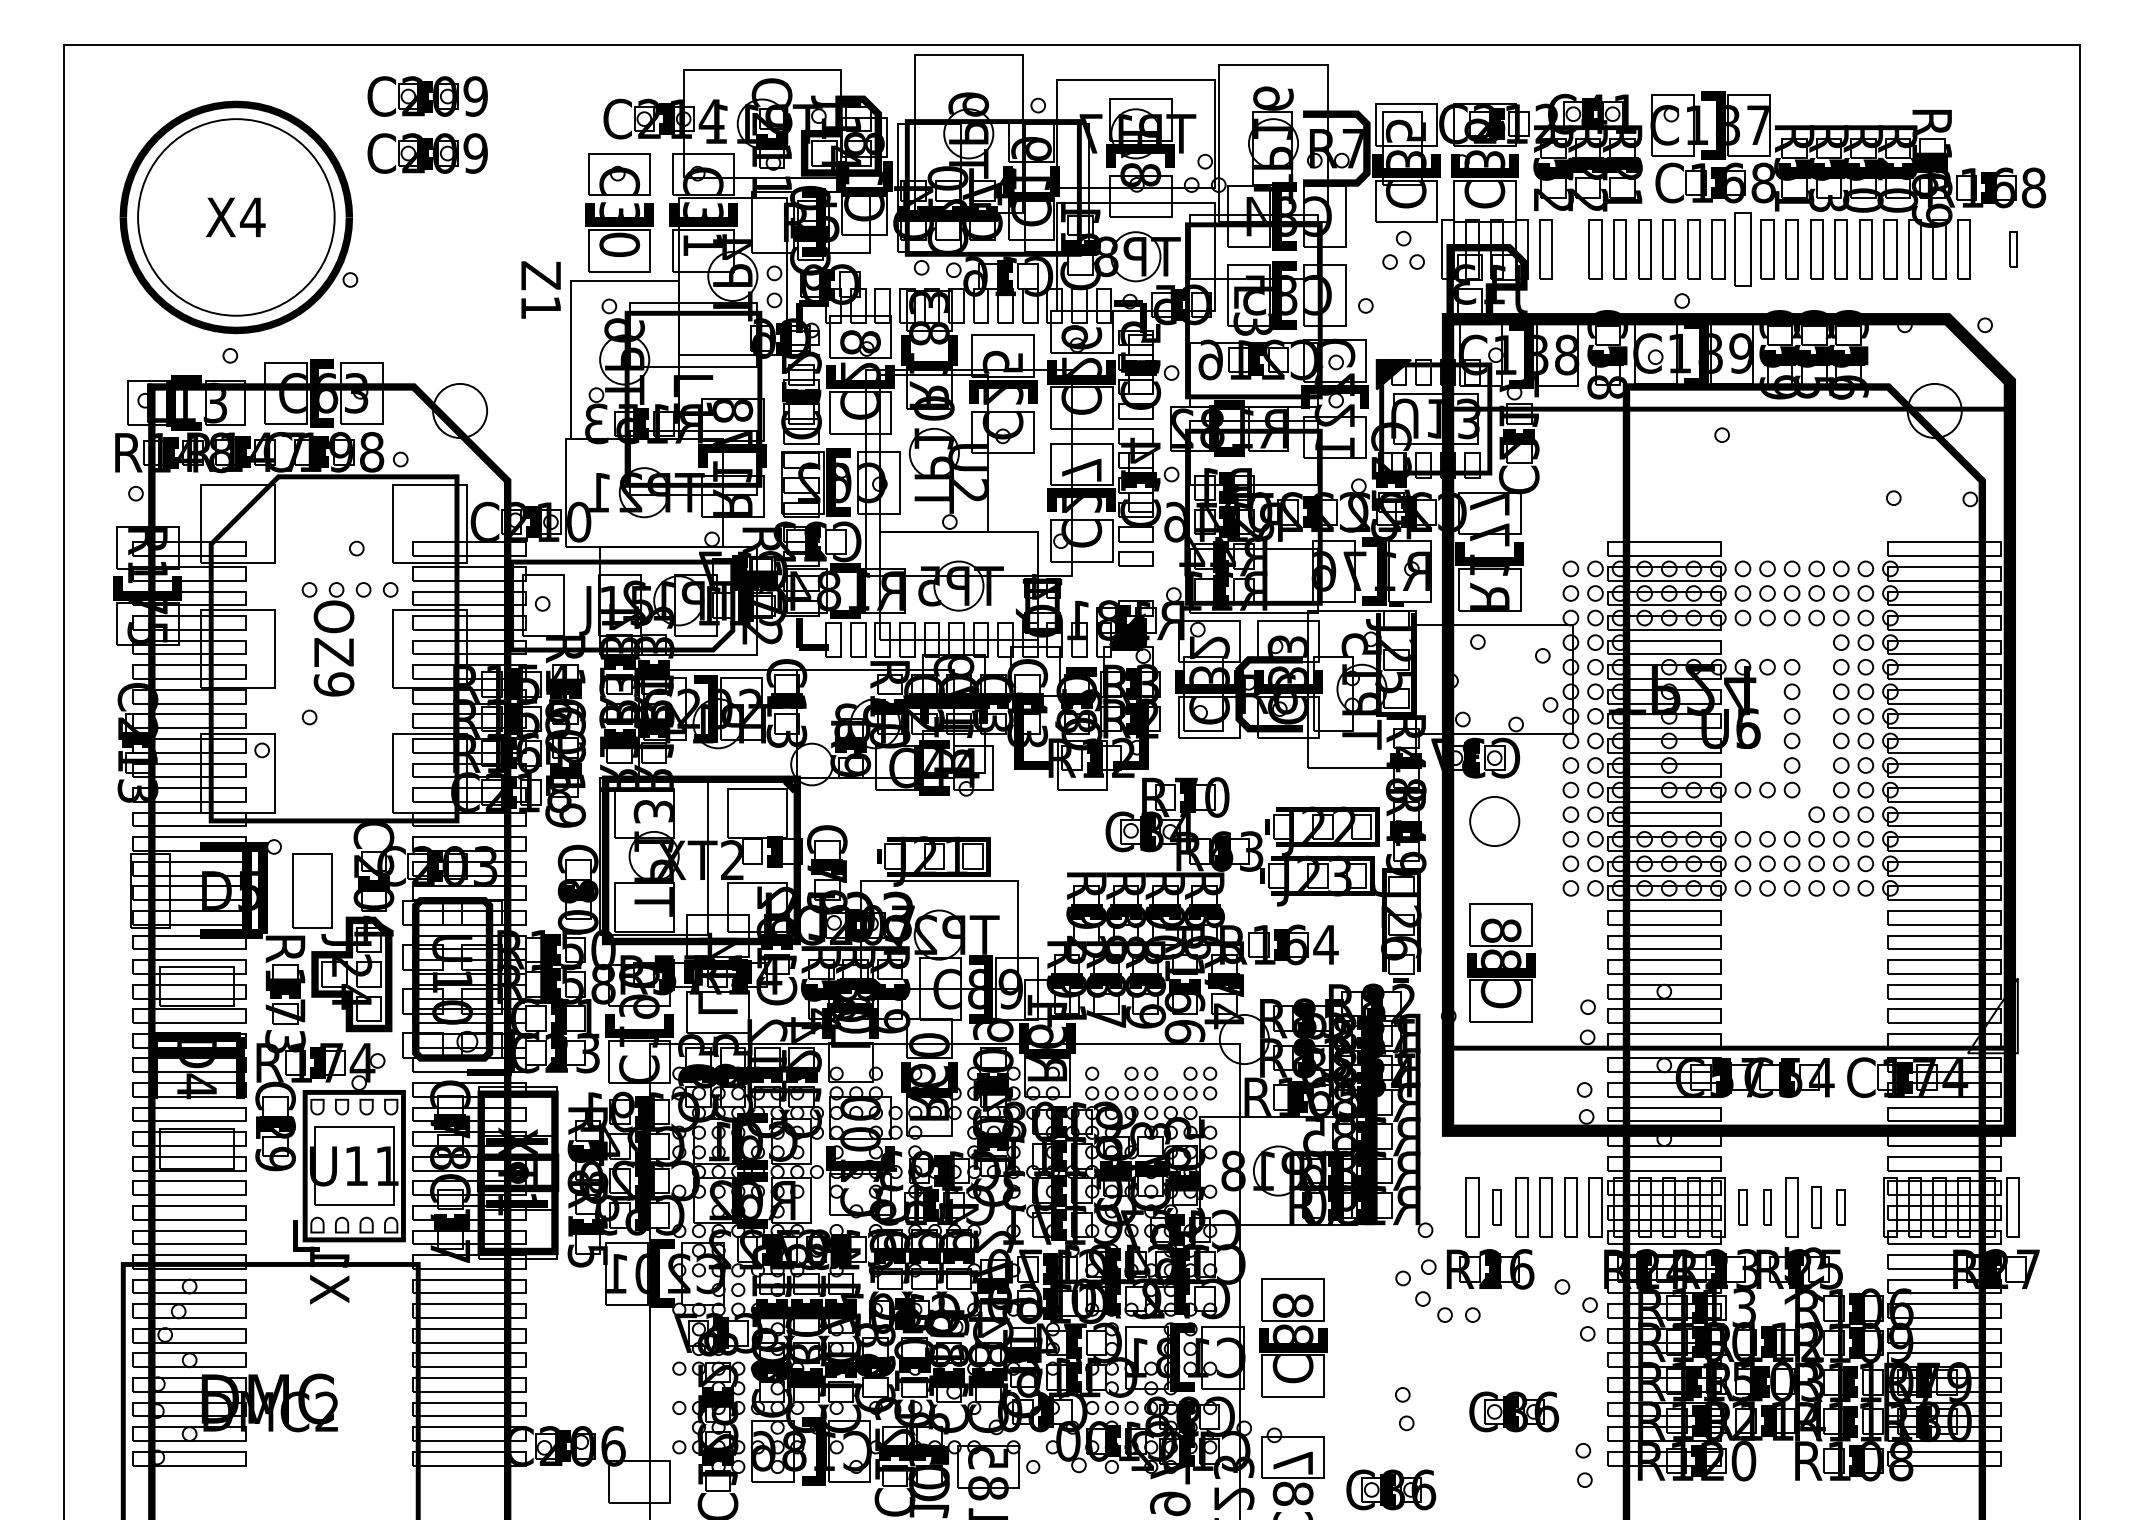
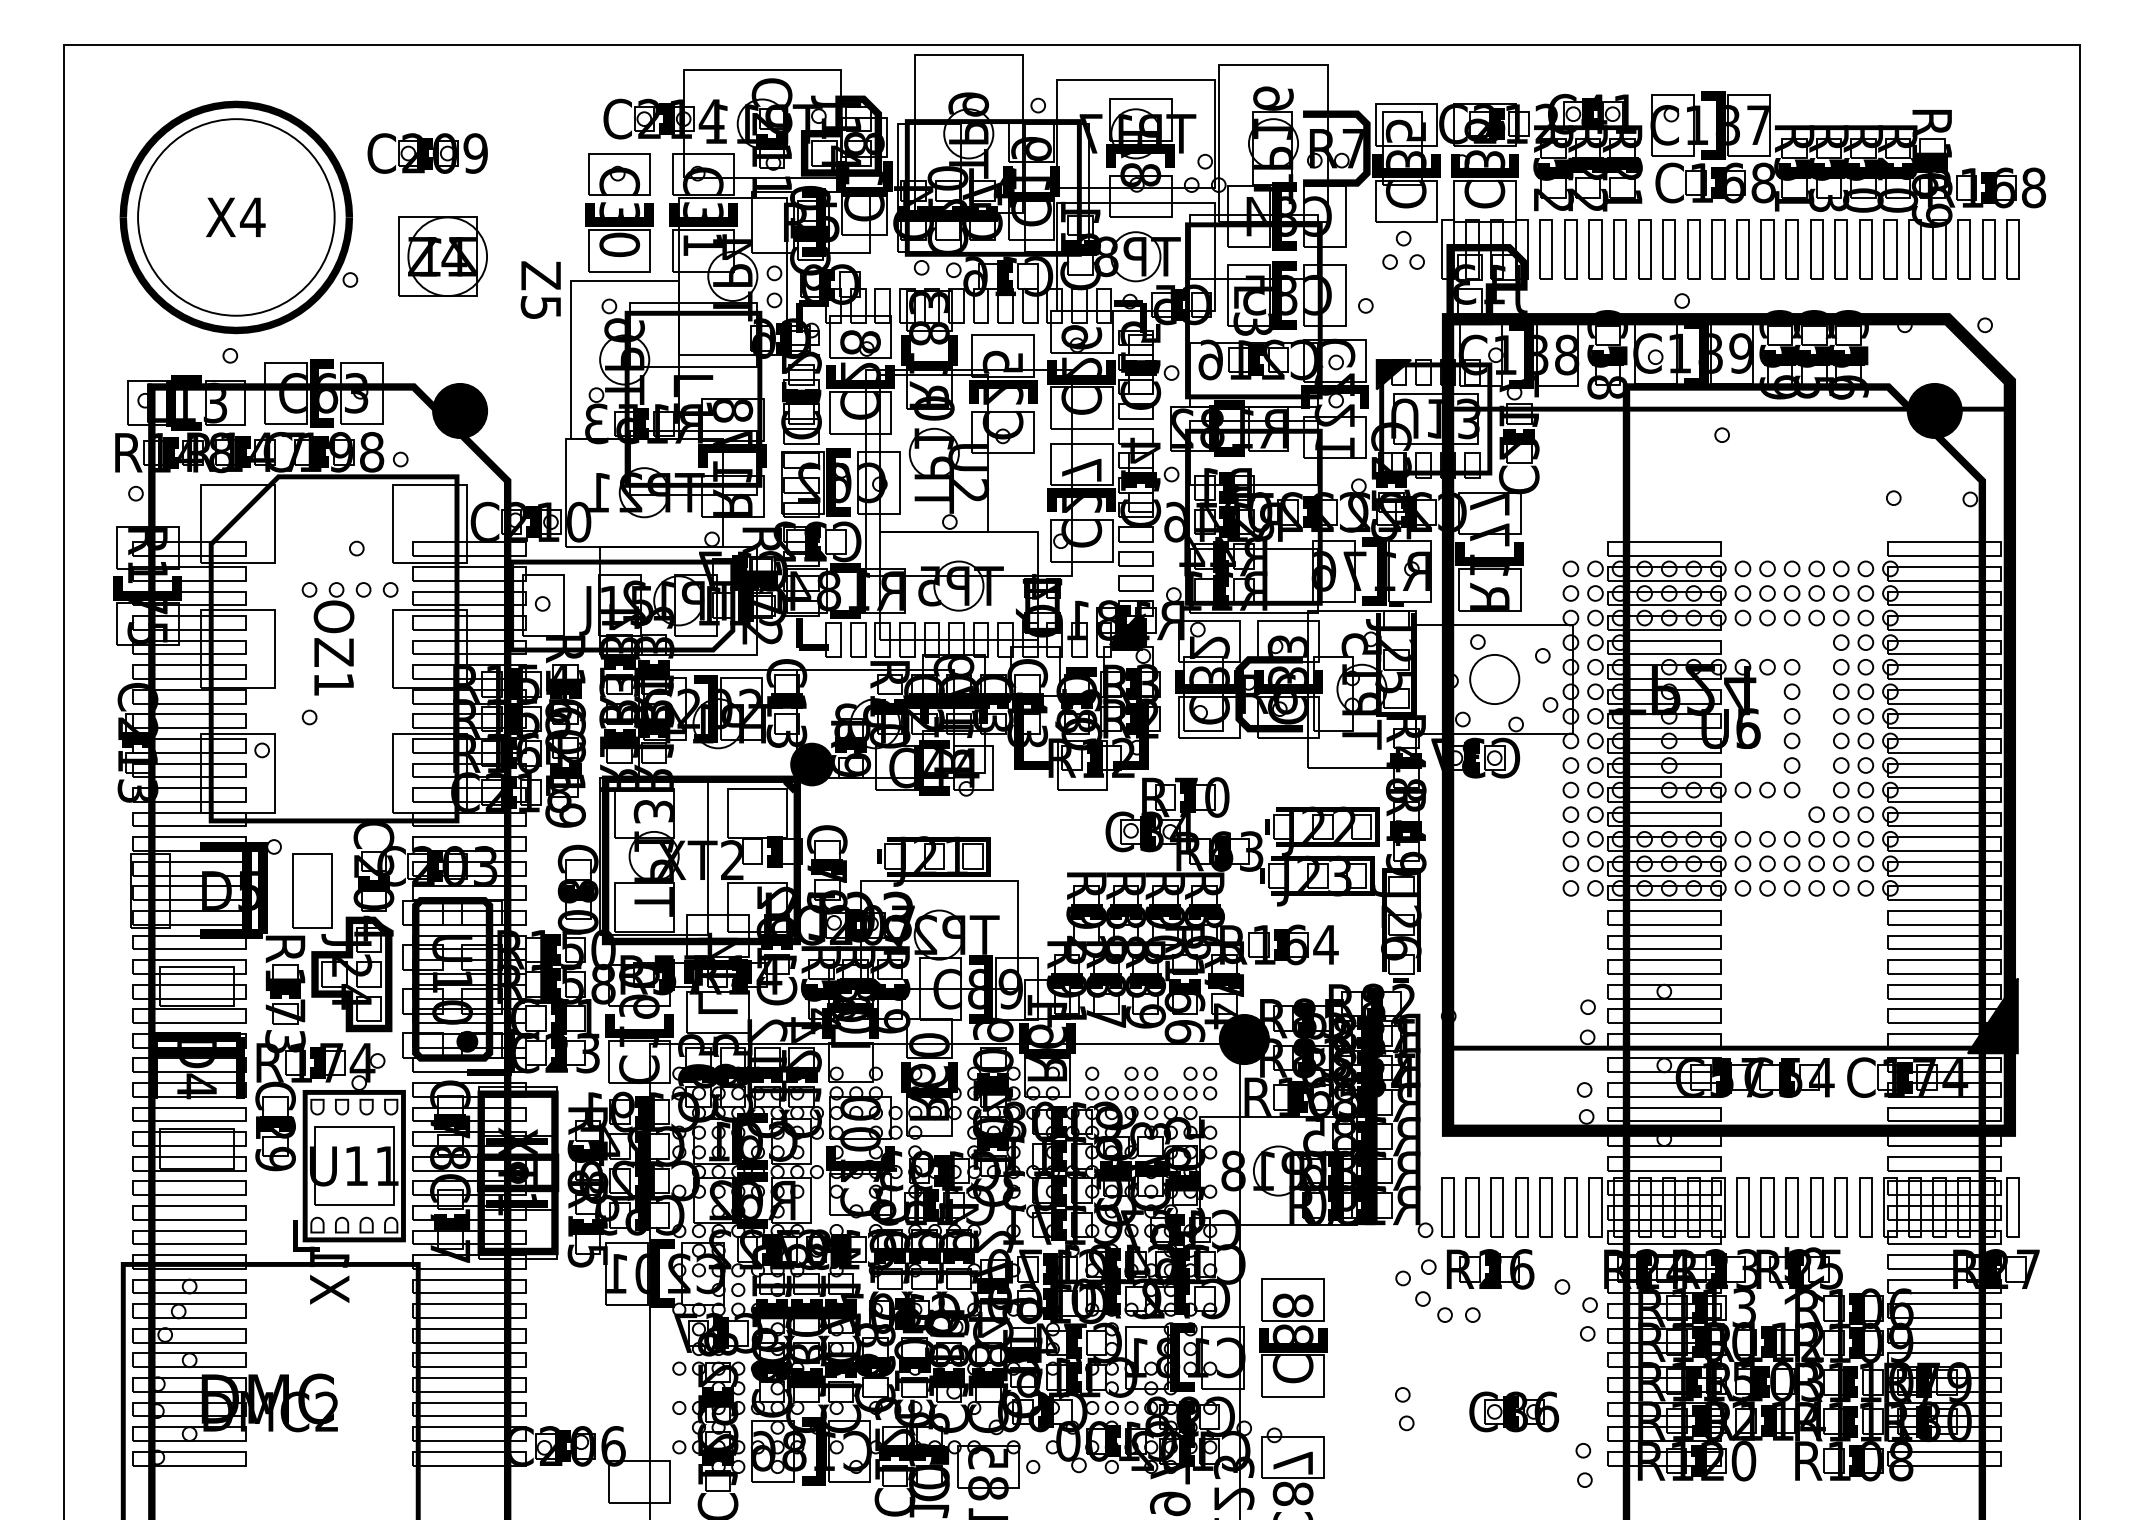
part at (427, 96): present -> none
part at (1570, 249): none -> present
part at (1742, 249) size: 18x75 px -> 14x61 px
part at (1988, 249): none -> present
part at (2013, 249) size: 9x37 px -> 14x61 px
part at (442, 256): none -> present
text at (540, 307): Z1 -> Z5
fill at (460, 410): none -> present
fill at (1934, 410): none -> present
part at (1135, 583): none -> present
text at (333, 684): OZ9 -> OZ1
fill at (811, 764): none -> present
circle at (1494, 821) position: (1494, 821) -> (1494, 679)
part at (1501, 962): present -> none
fill at (1992, 1015): none -> present
fill at (1243, 1039): none -> present
fill at (467, 1041): none -> present
part at (1447, 1207): none -> present
part at (1496, 1207) size: 10x37 px -> 14x61 px
part at (1742, 1207) size: 10x37 px -> 14x61 px
part at (1767, 1207) size: 9x37 px -> 15x61 px
part at (1816, 1207) size: 11x43 px -> 14x61 px
part at (1840, 1207) size: 10x37 px -> 14x61 px
part at (1865, 1207): none -> present
part at (1391, 1489): present -> none
